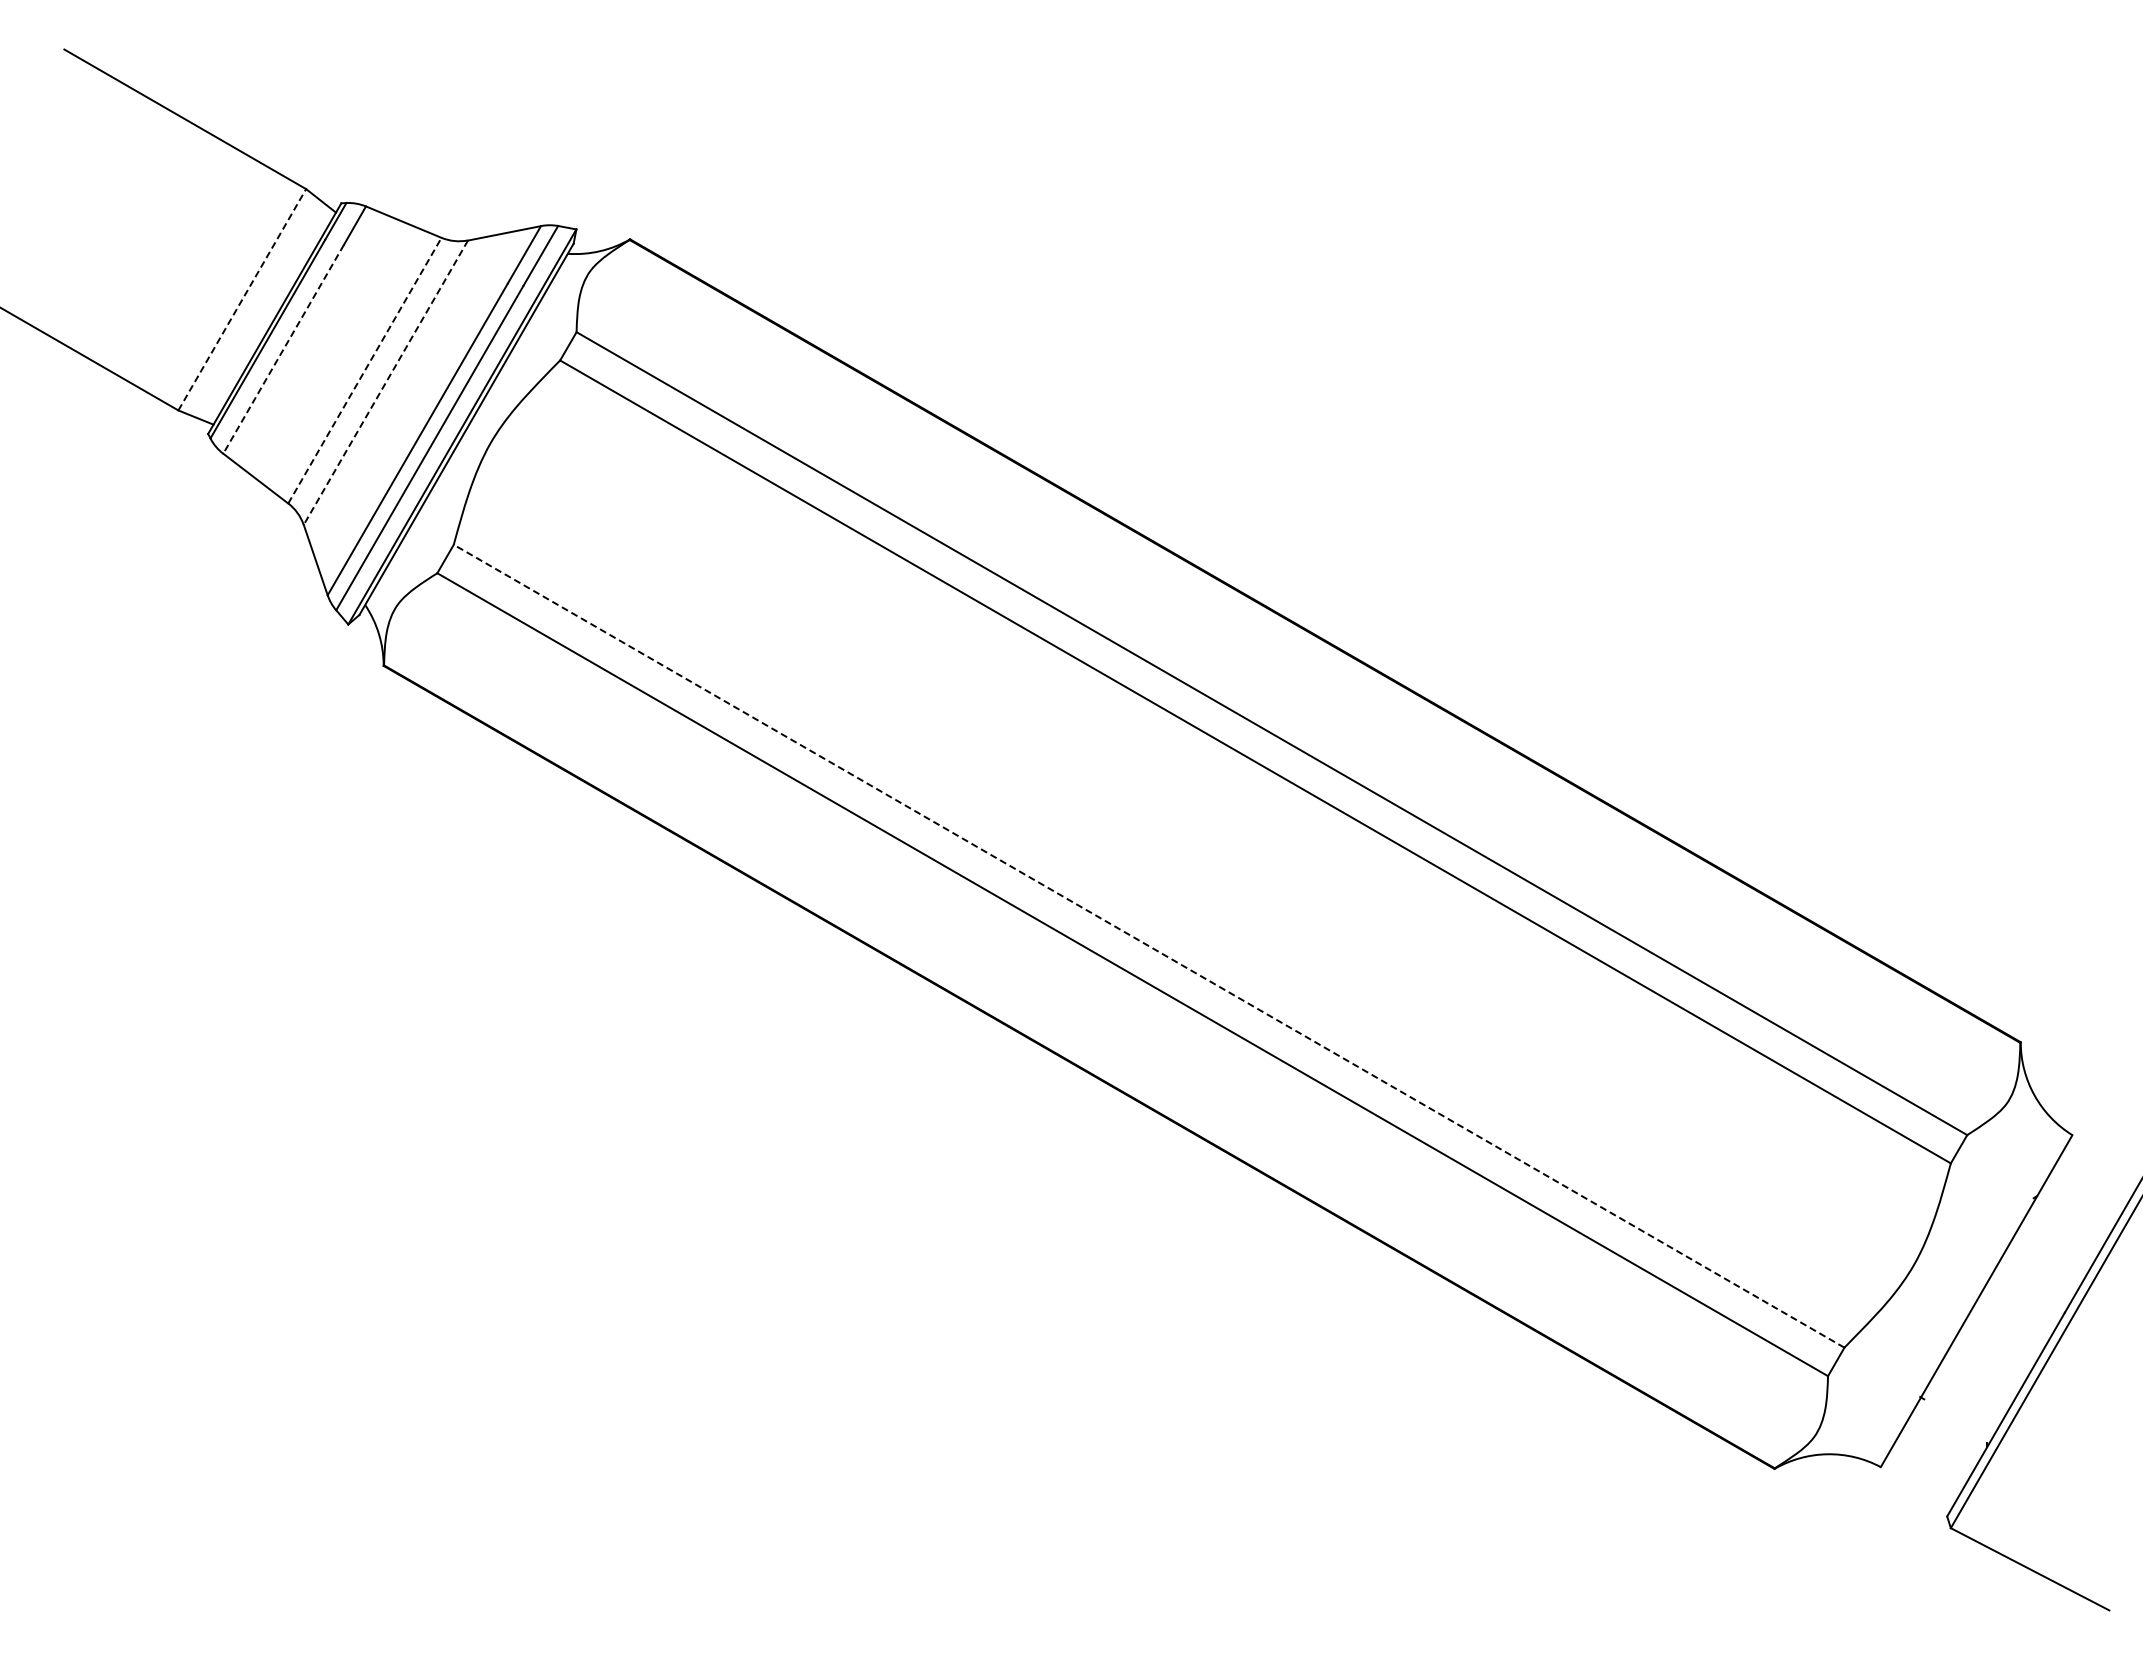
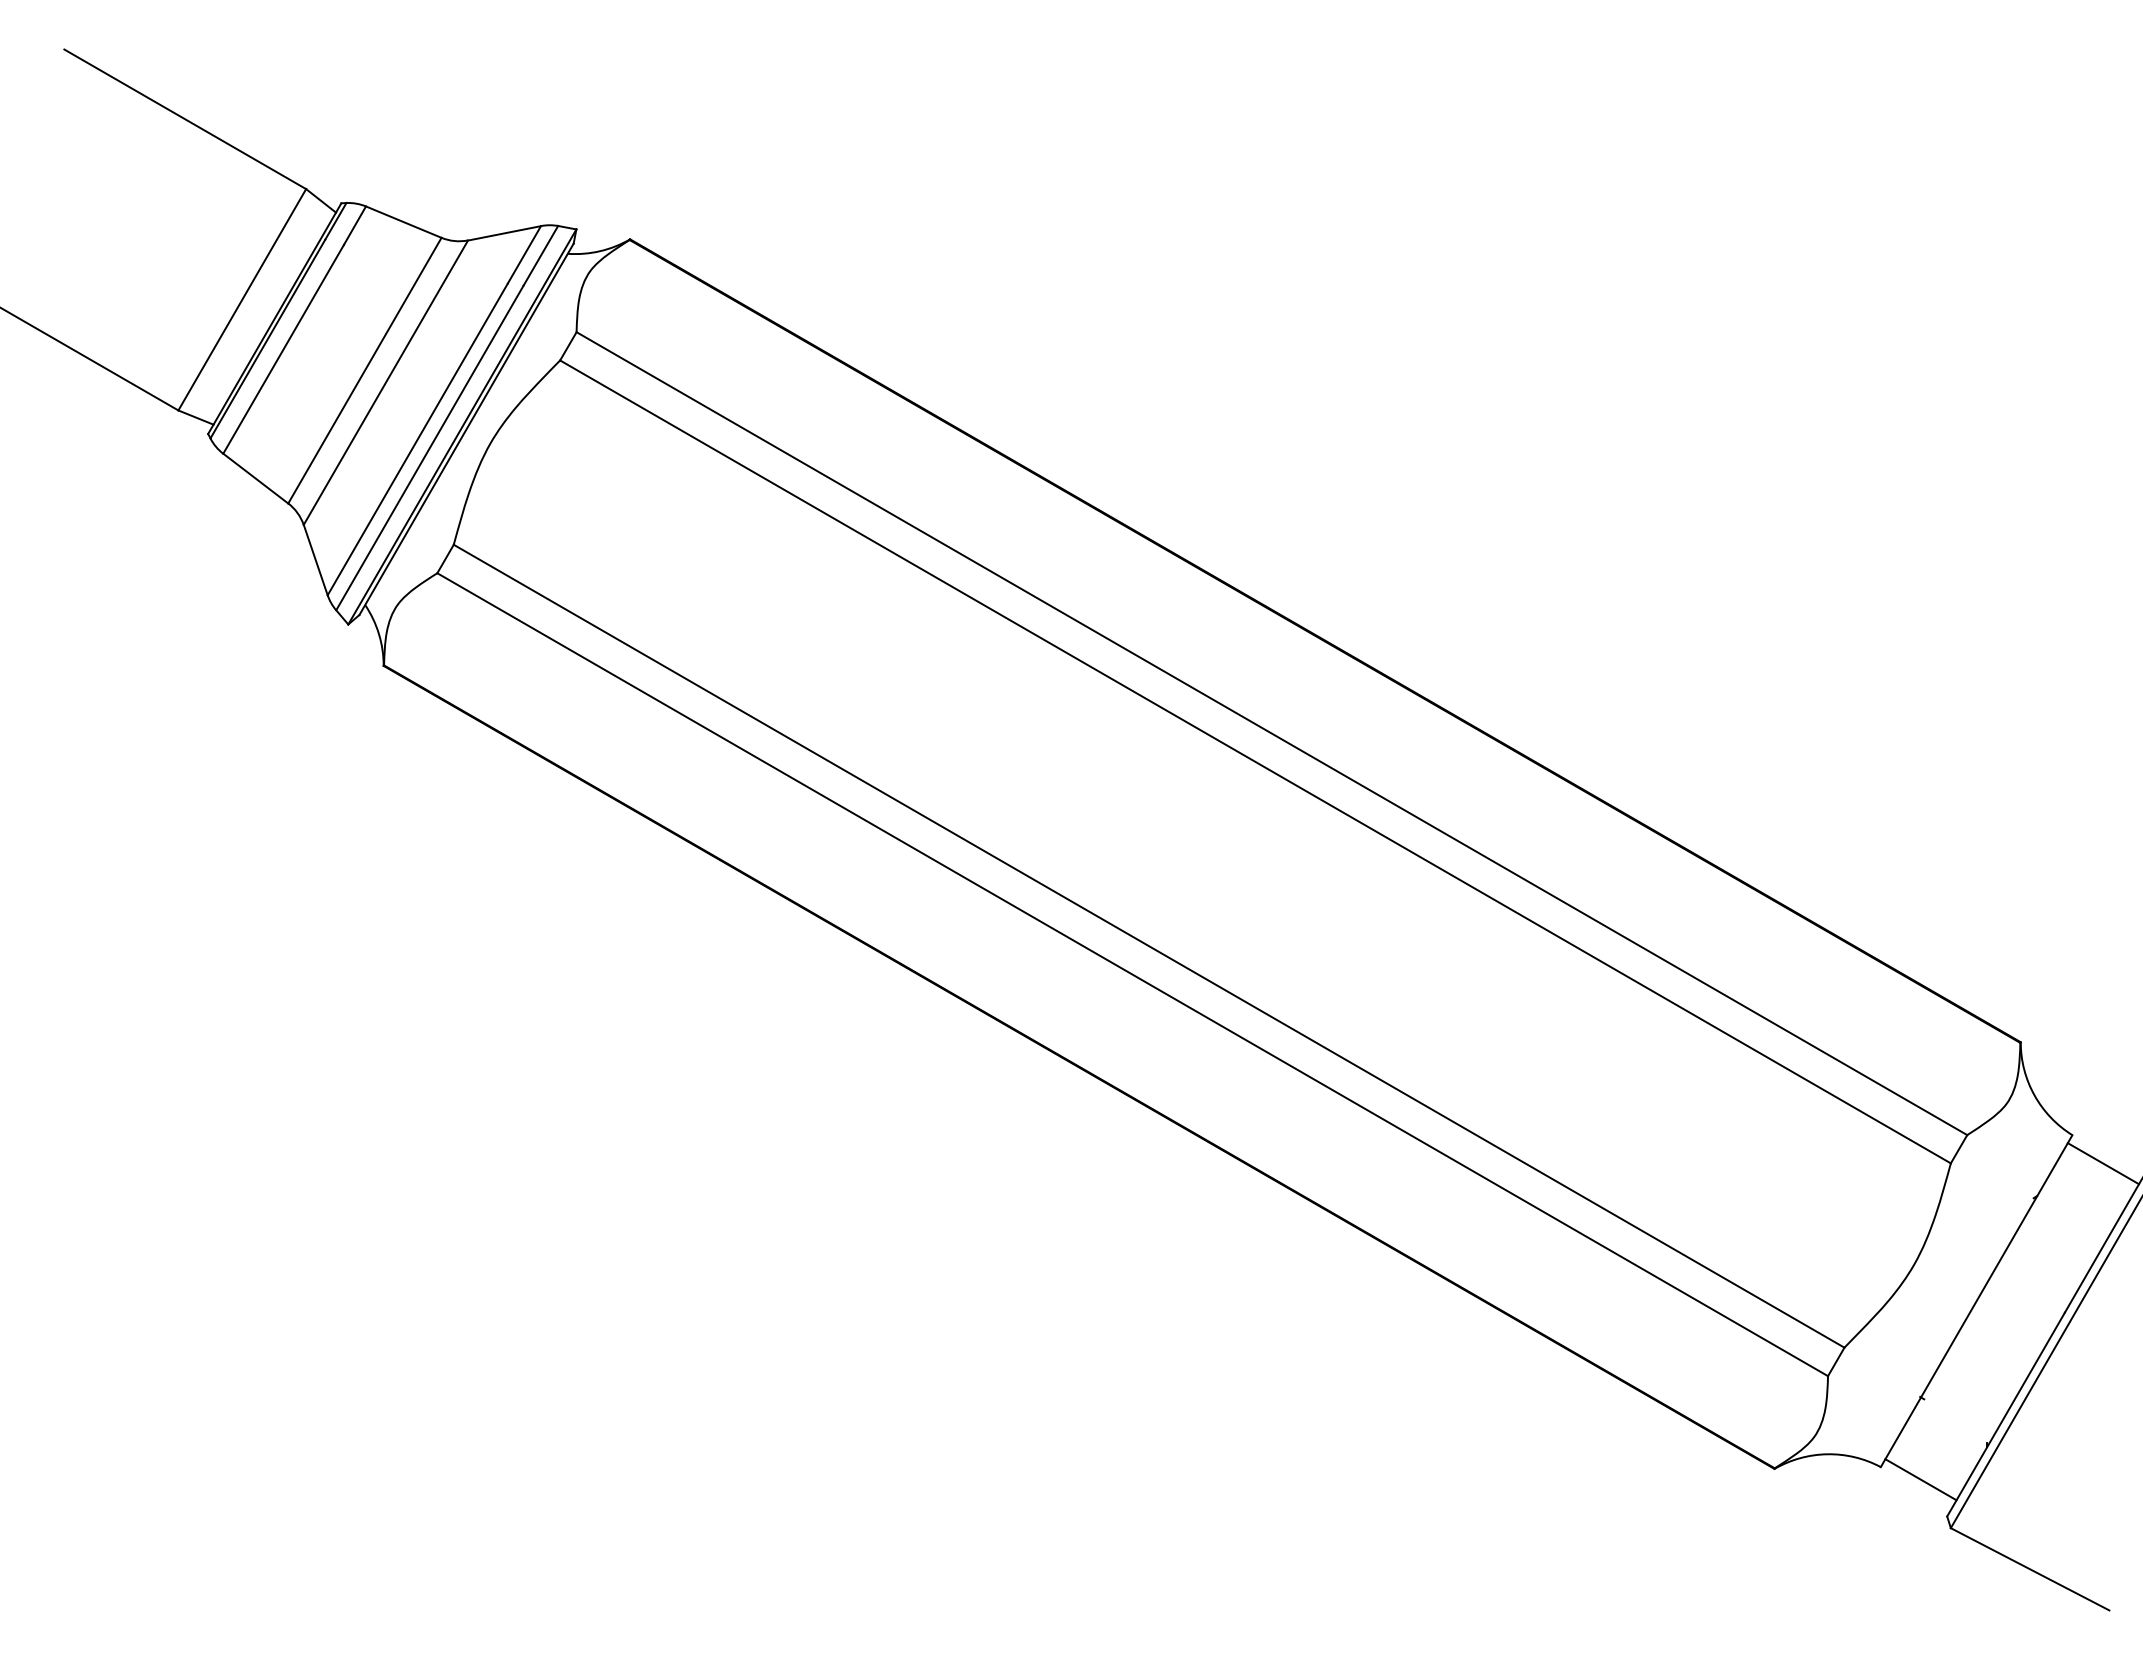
line at (242, 299): dashed -> solid
line at (283, 349): dashed -> solid
line at (365, 370): dashed -> solid
line at (385, 383): dashed -> solid
line at (1149, 946): dashed -> solid
line at (2102, 1163): none -> present
line at (1920, 1479): none -> present
